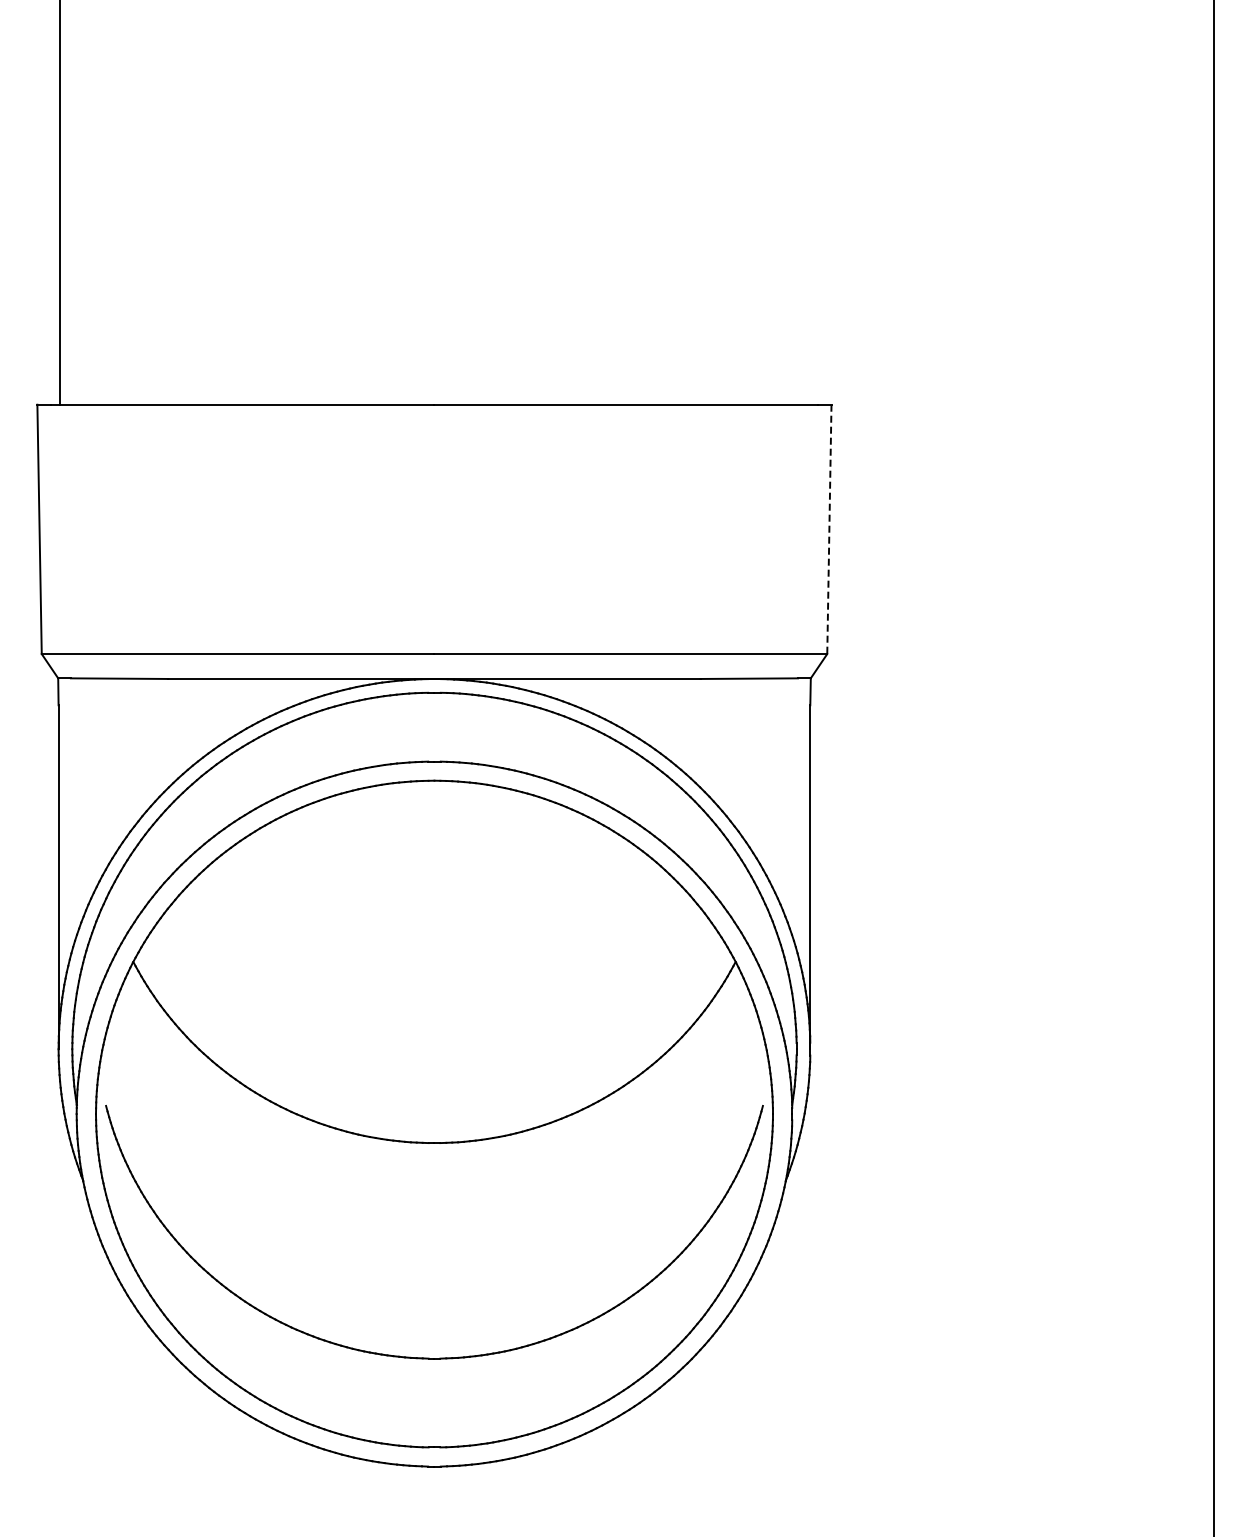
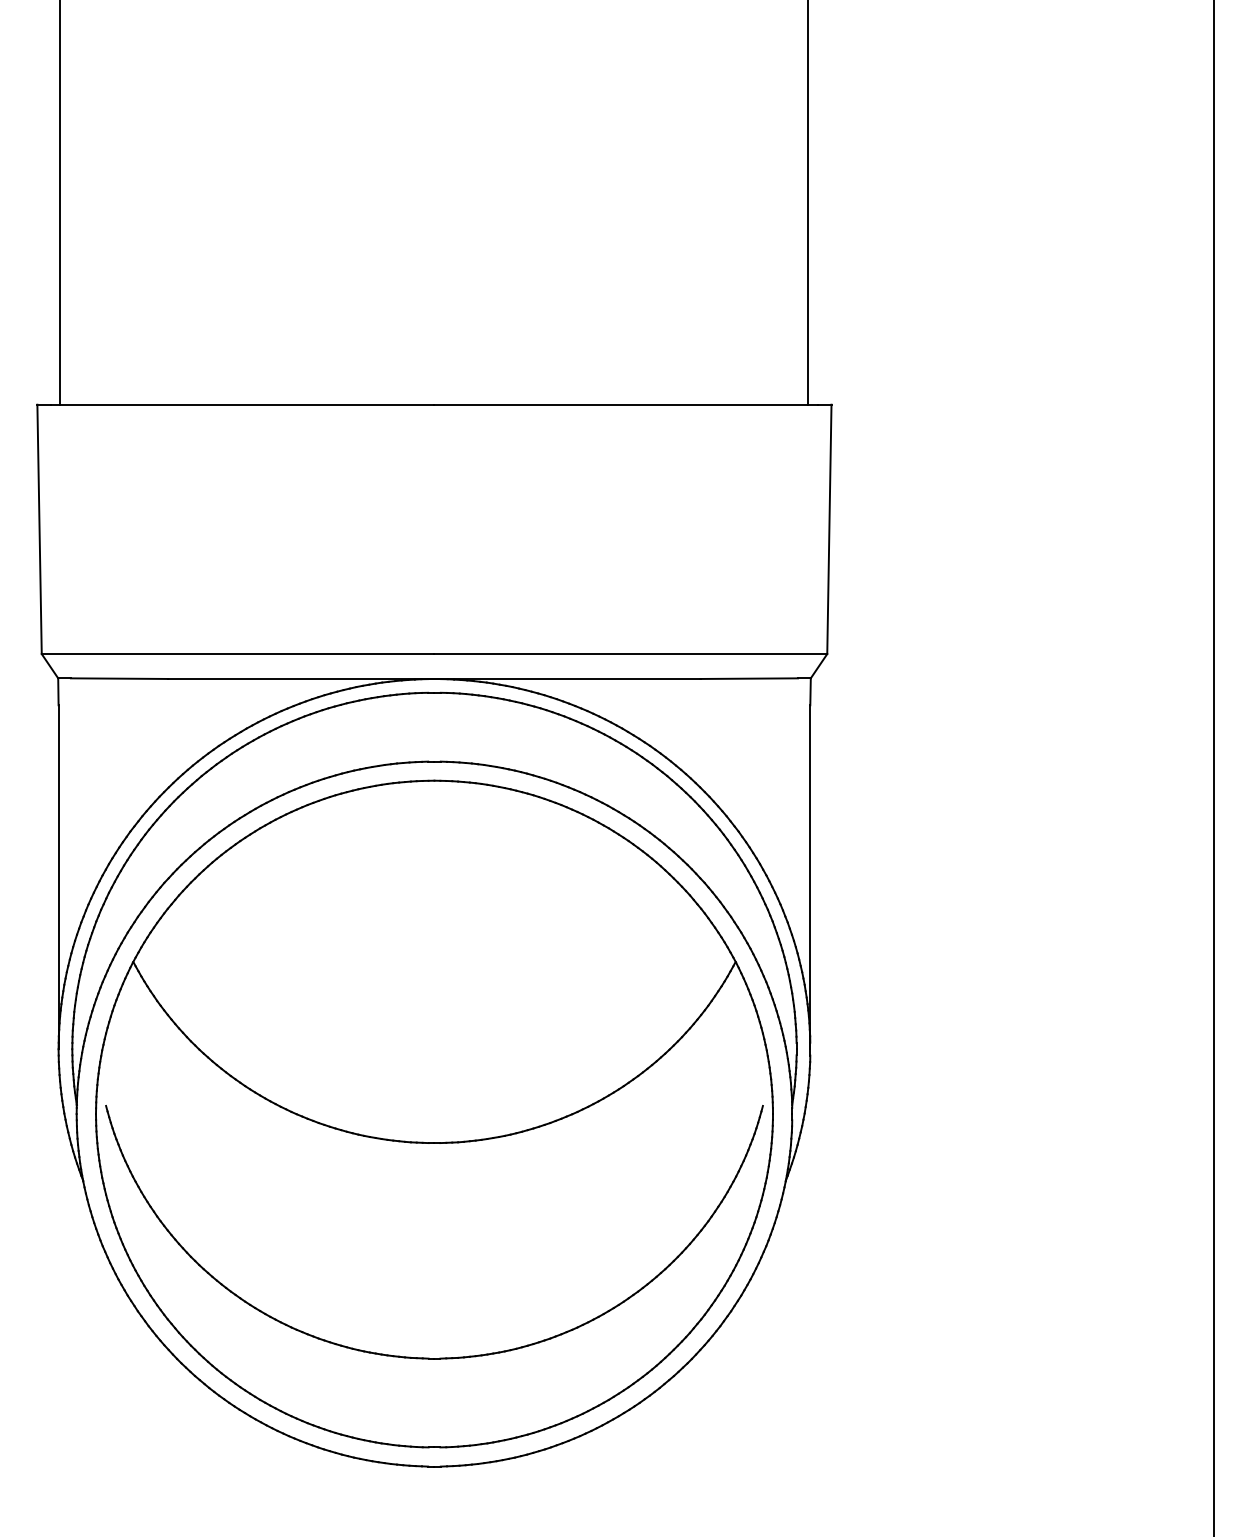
line at (808, 203): none -> present
line at (829, 529): dashed -> solid
